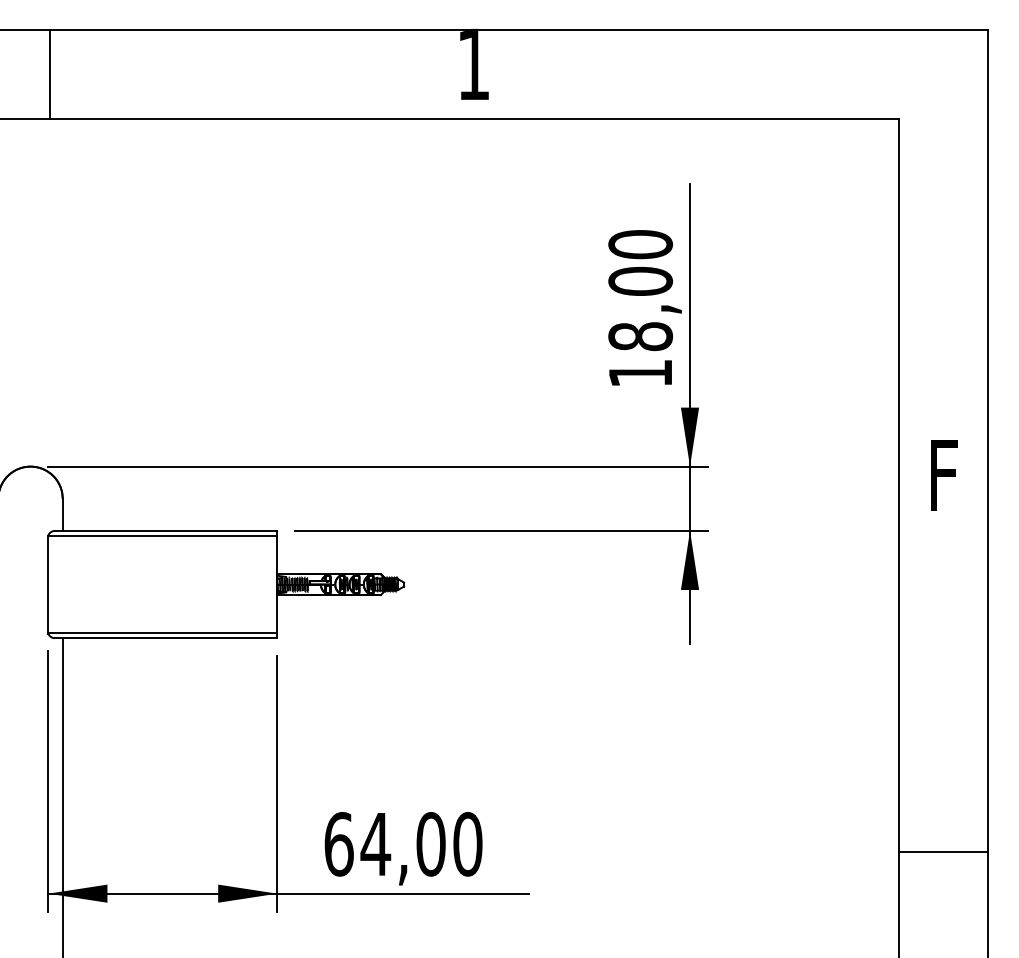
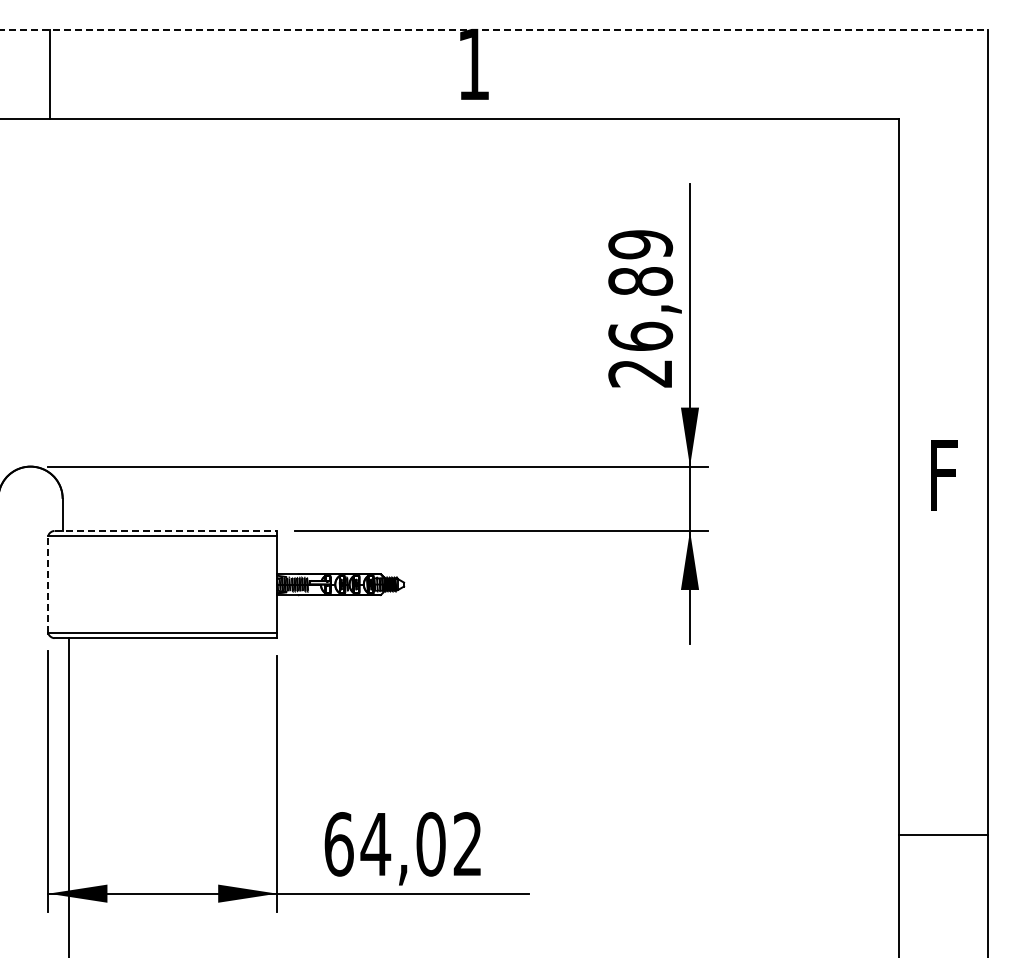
line at (494, 29): solid -> dashed
text at (640, 308): 18,00 -> 26,89
line at (166, 530): solid -> dashed
line at (48, 584): solid -> dashed
line at (62, 796) position: (62, 796) -> (68, 796)
text at (467, 844): 64,00 -> 64,02
line at (943, 852) position: (943, 852) -> (943, 835)
